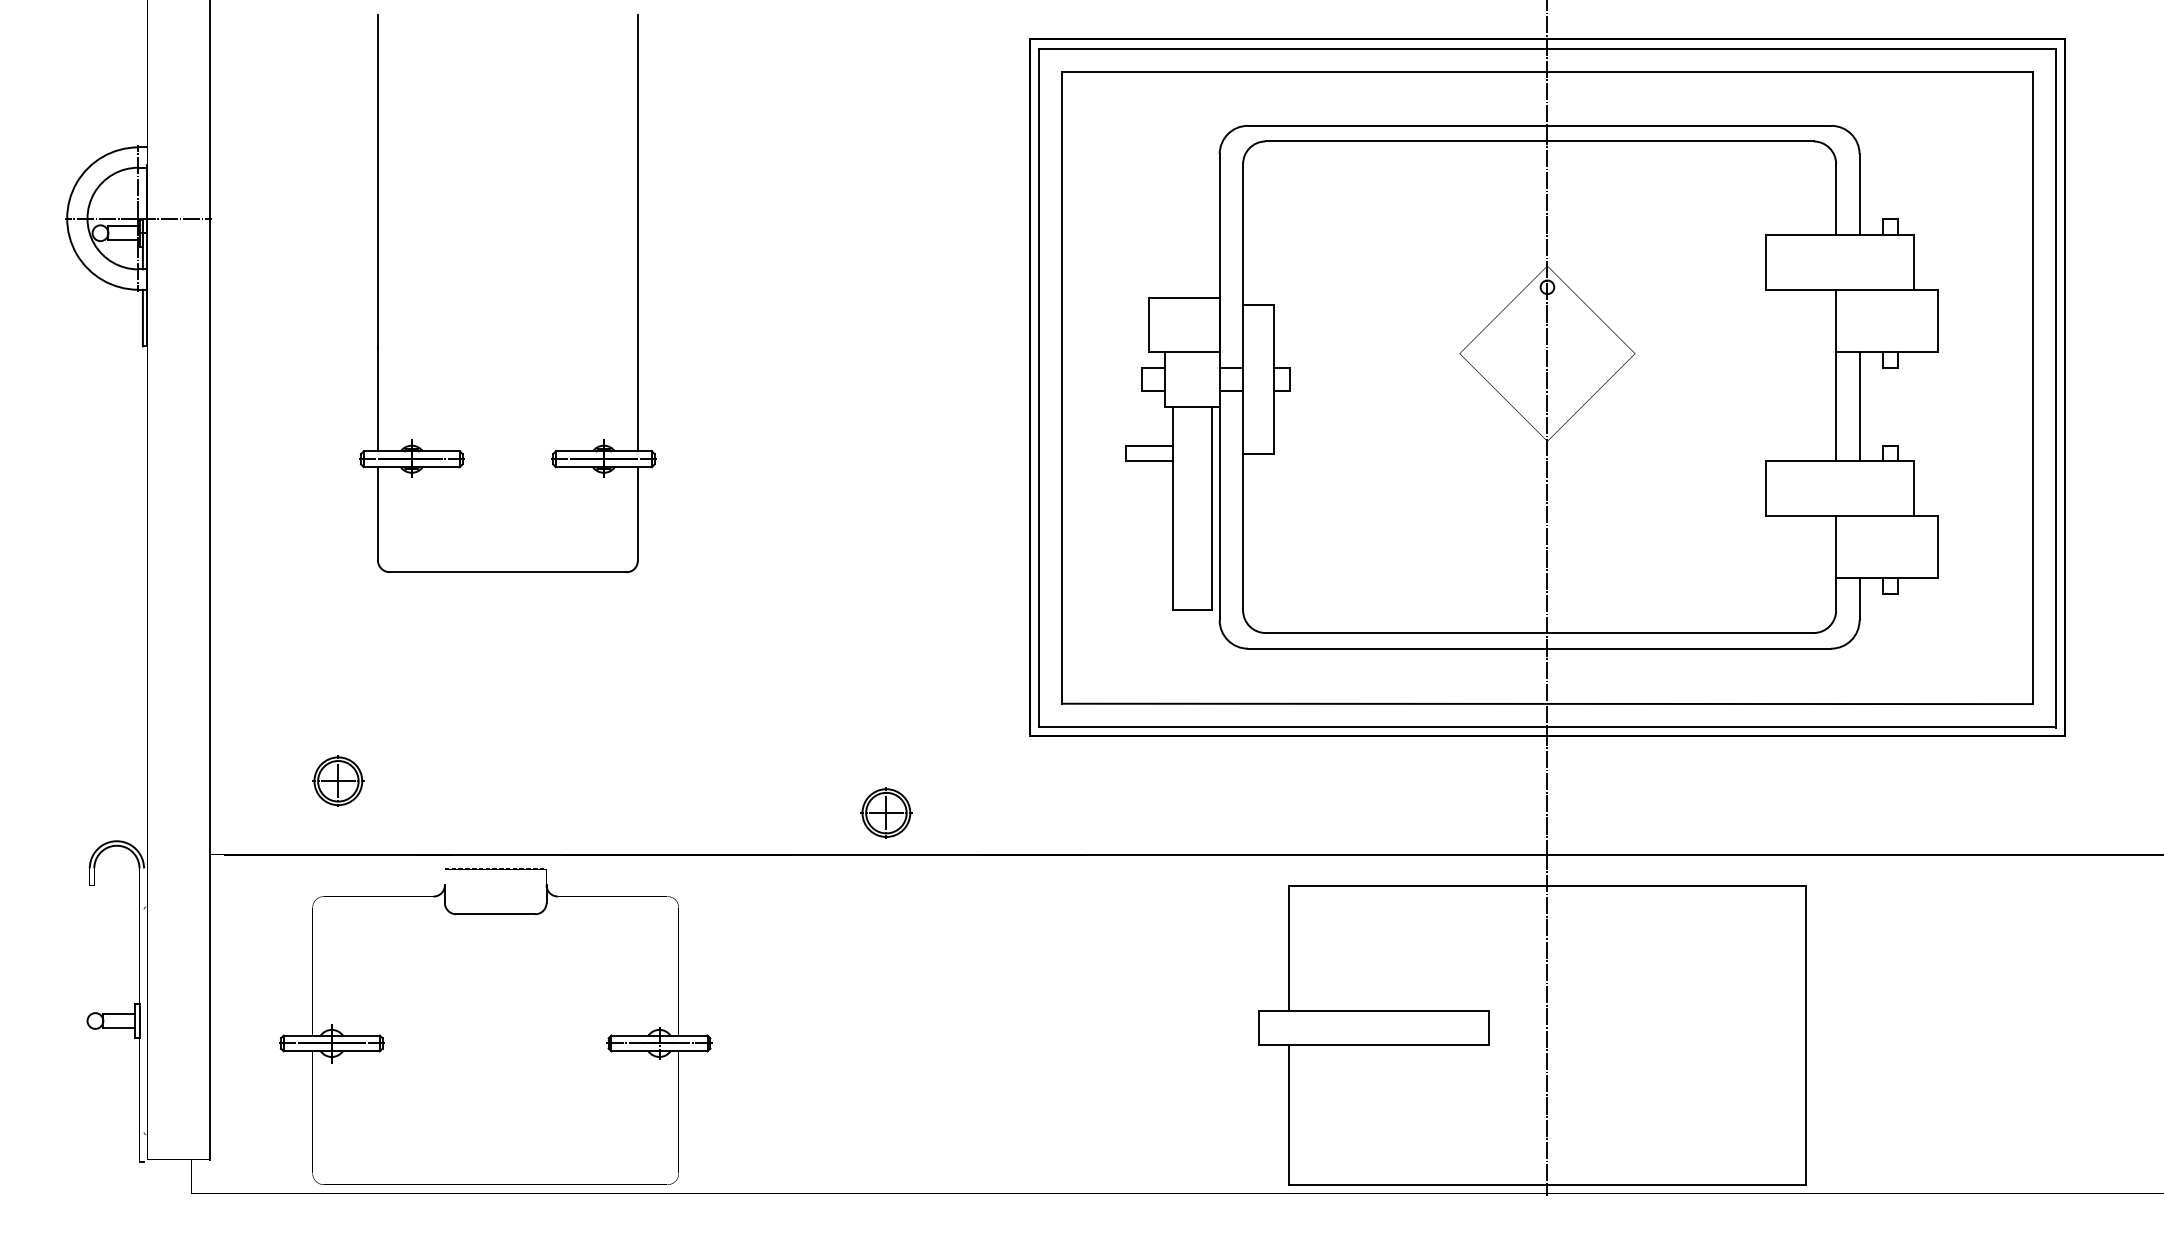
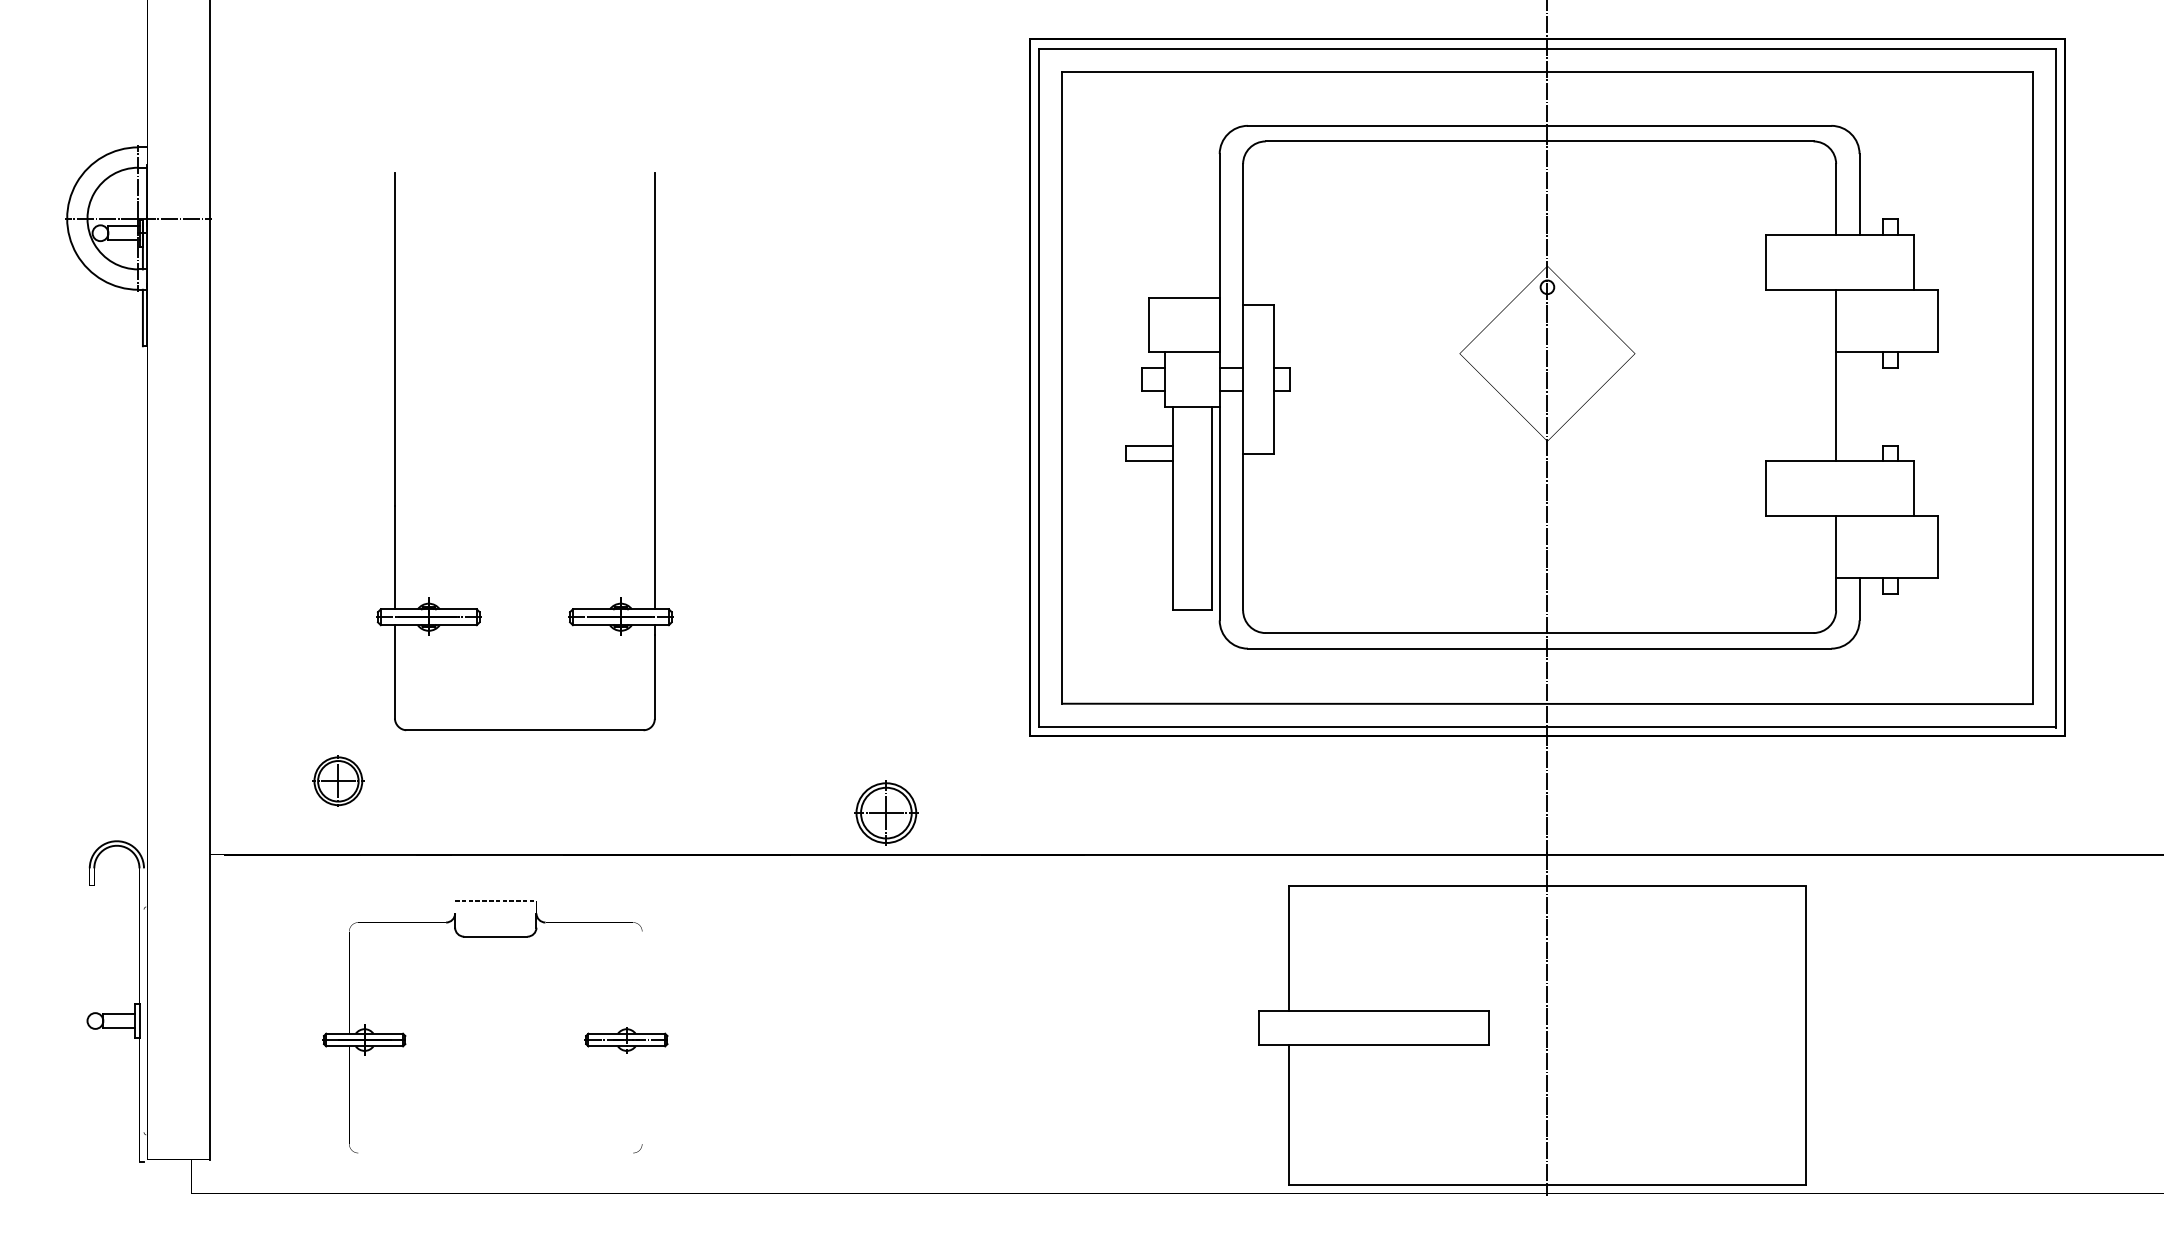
part at (378, 293) position: (378, 293) -> (395, 451)
line at (1859, 406): present -> none
part at (886, 812) size: 53x52 px -> 65x66 px
part at (495, 1026) size: 434x317 px -> 347x254 px
